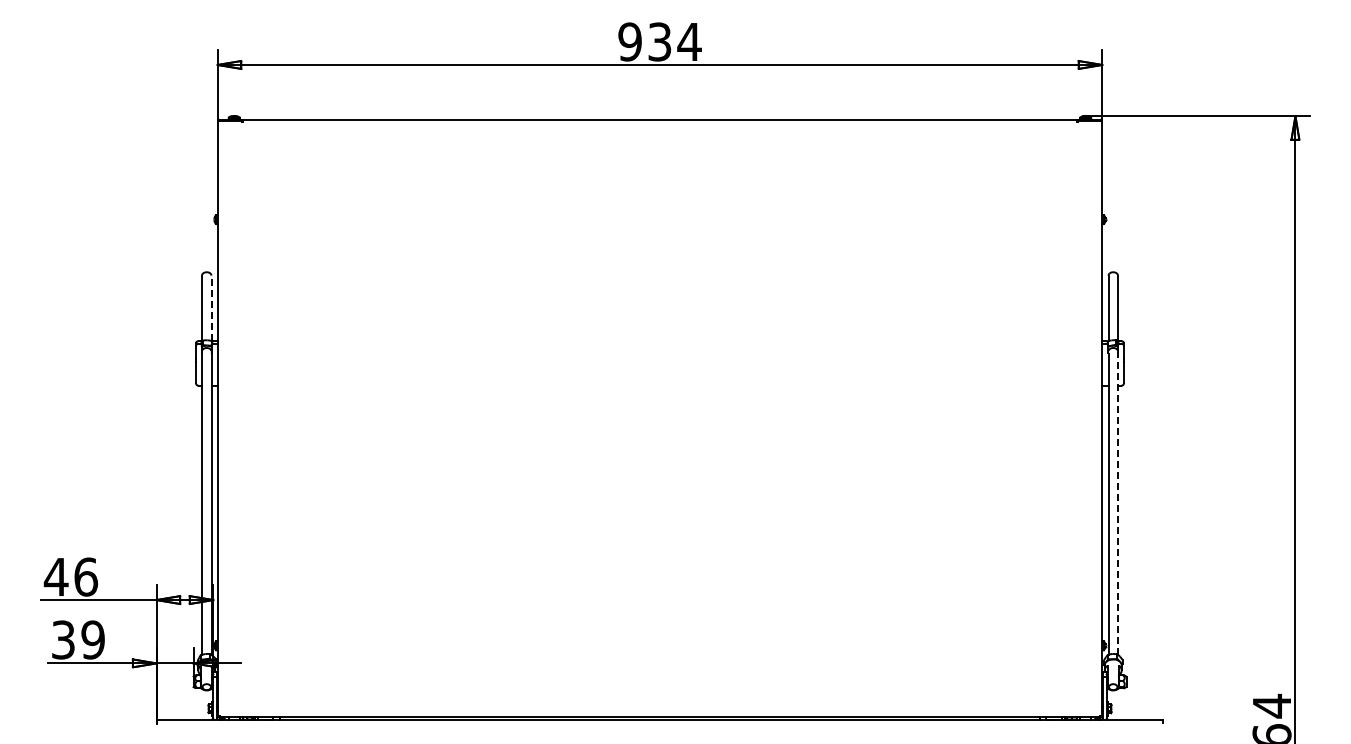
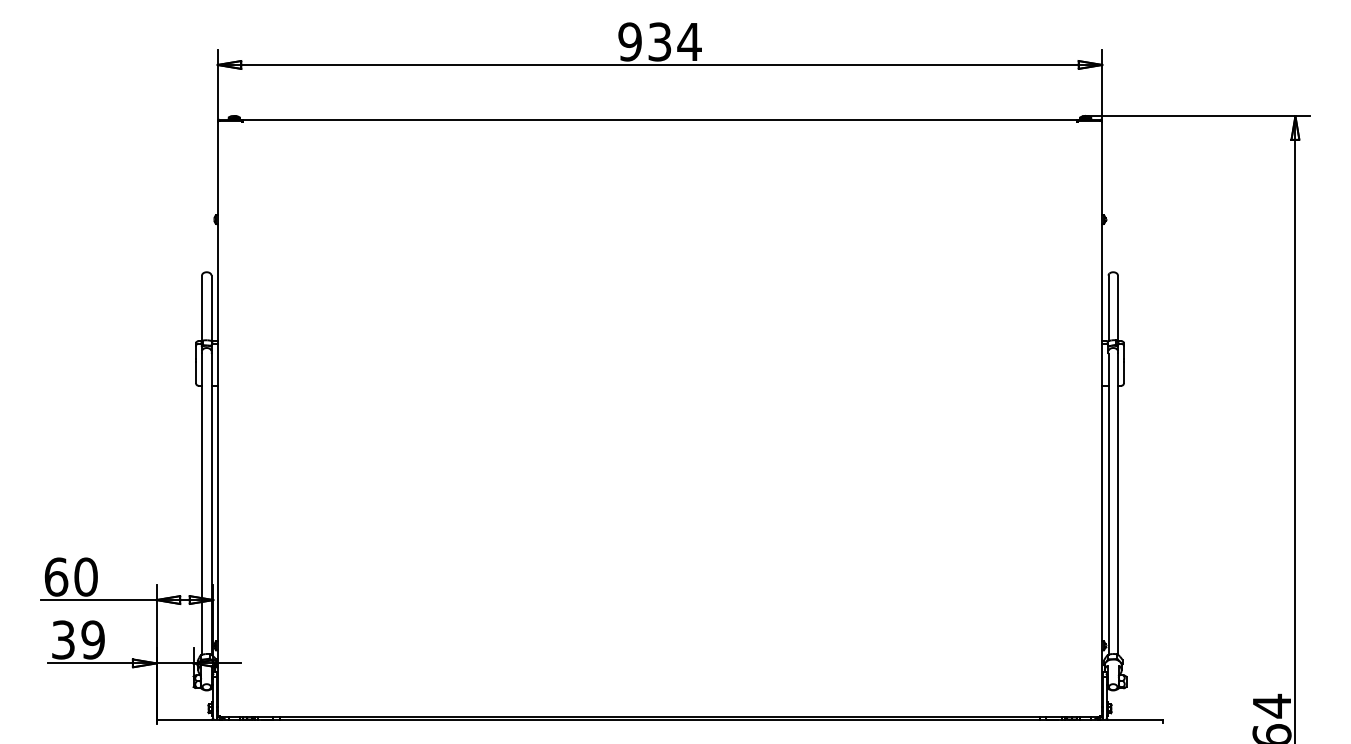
line at (211, 308): dashed -> solid
line at (1117, 503): dashed -> solid
text at (70, 576): 46 -> 60
